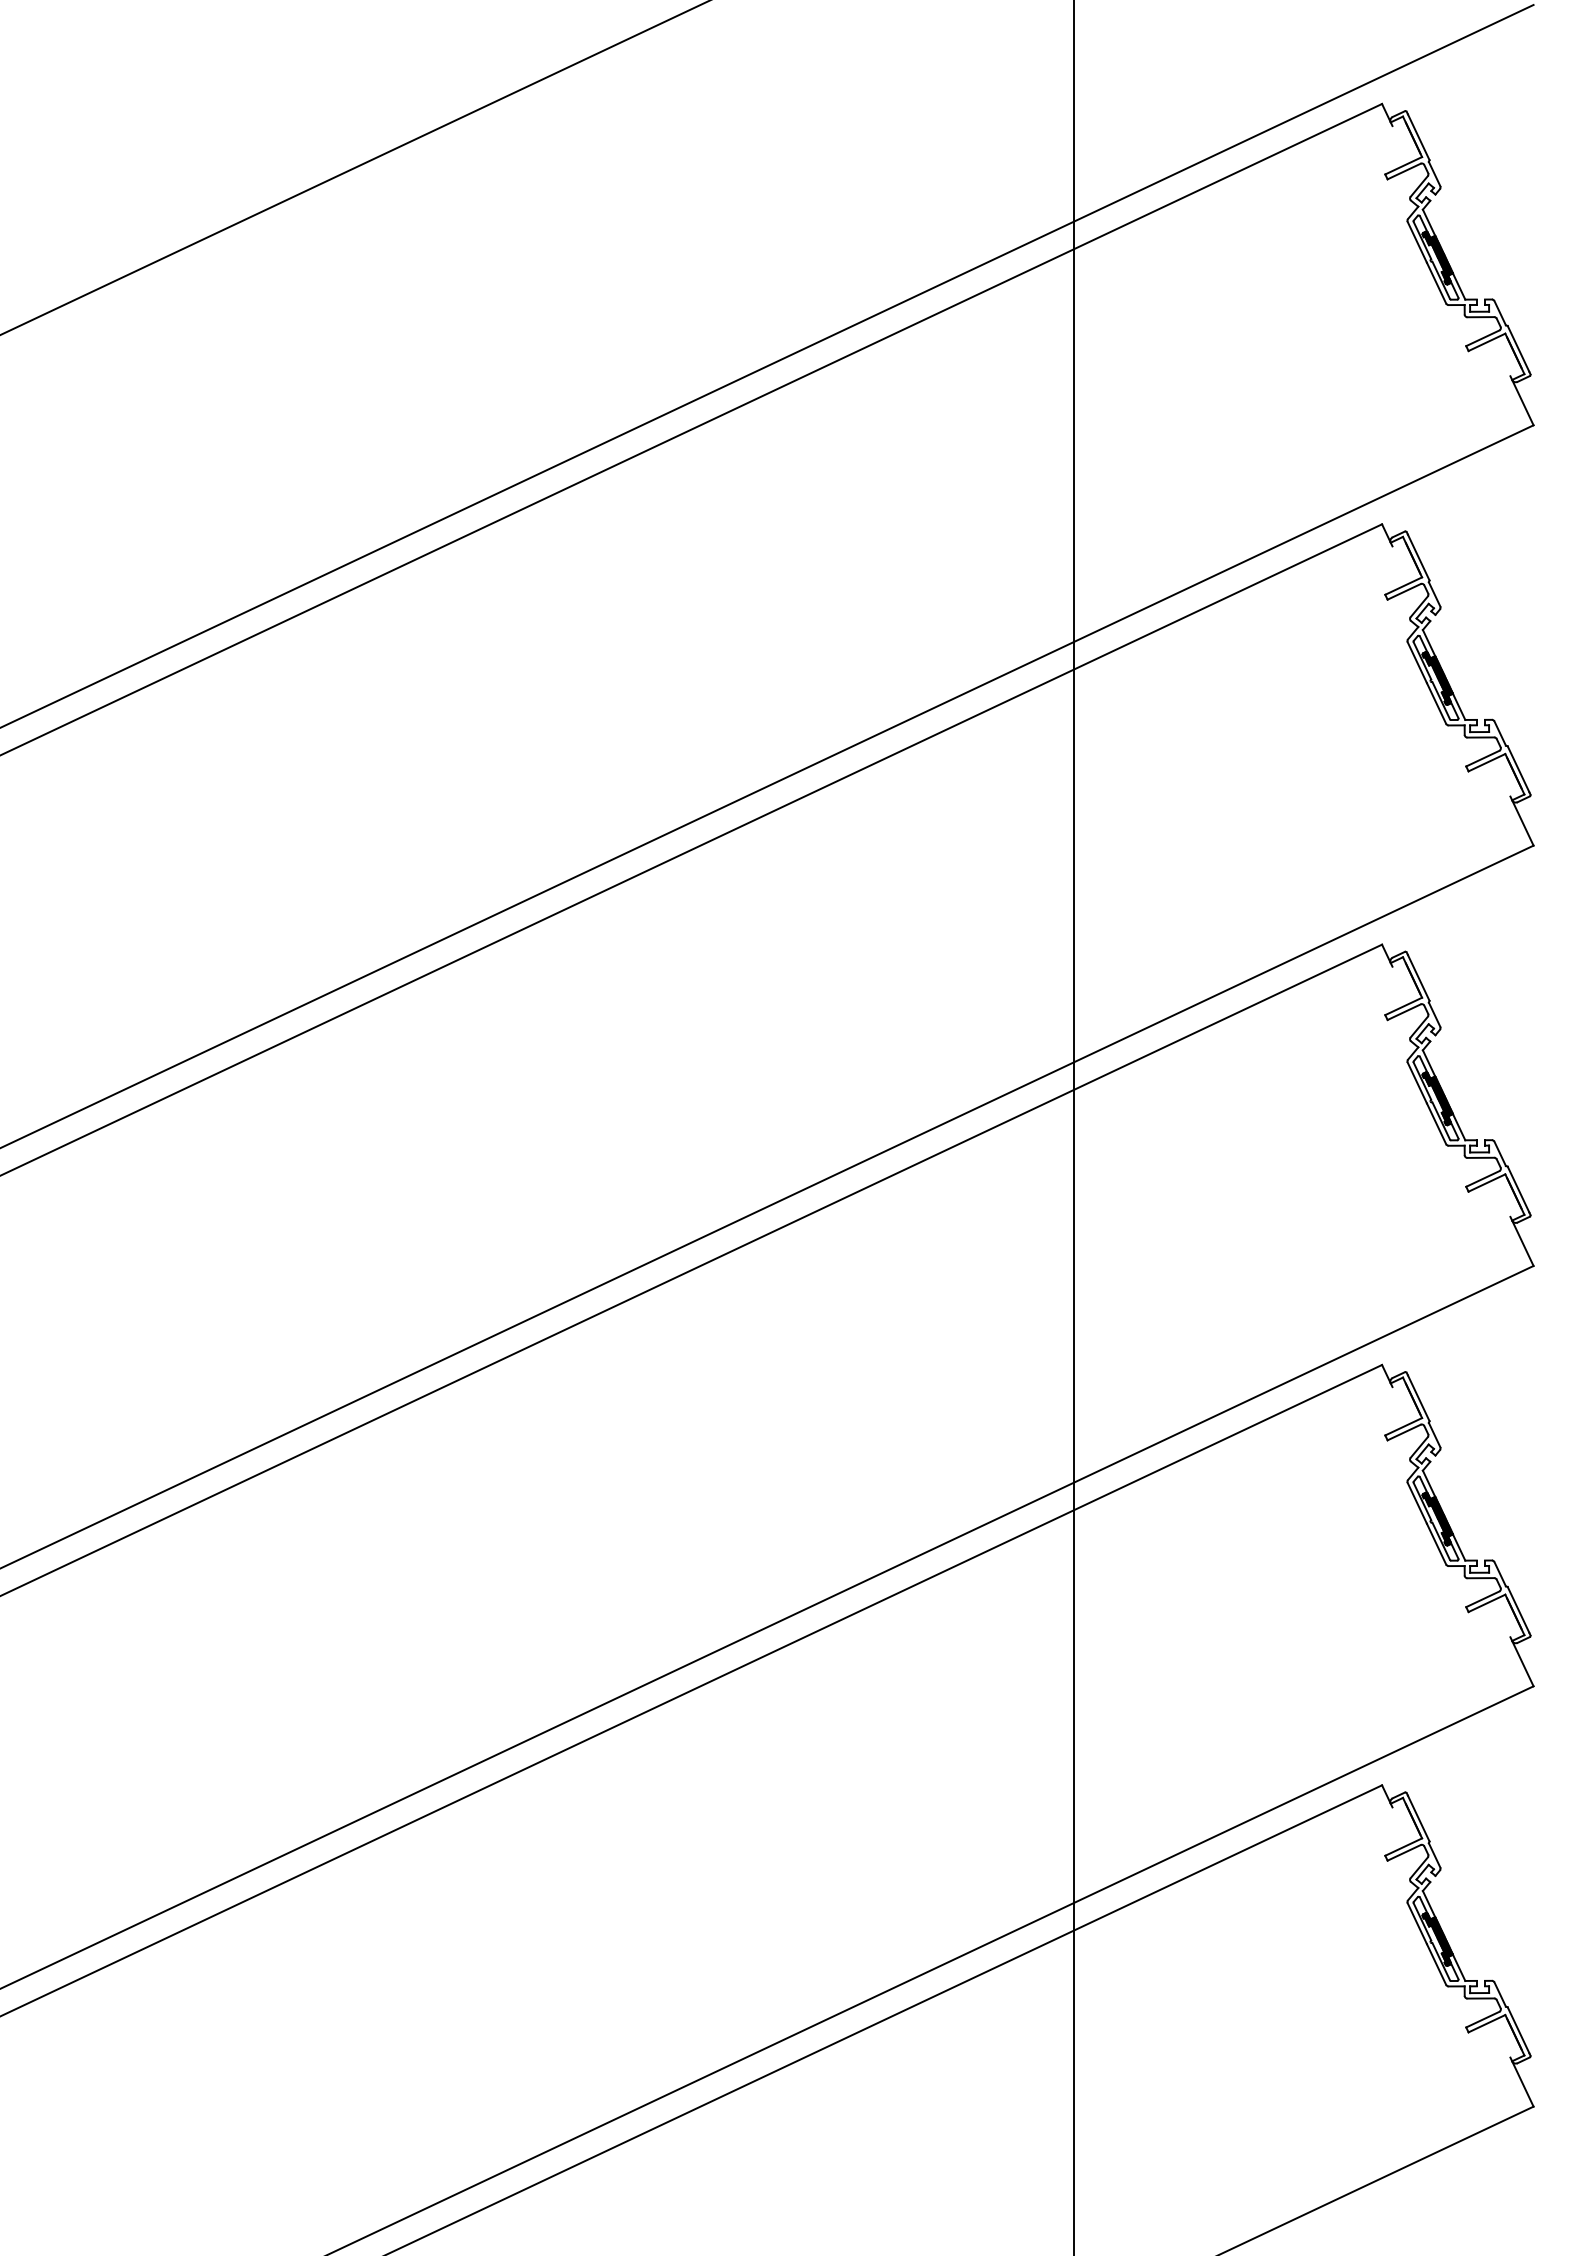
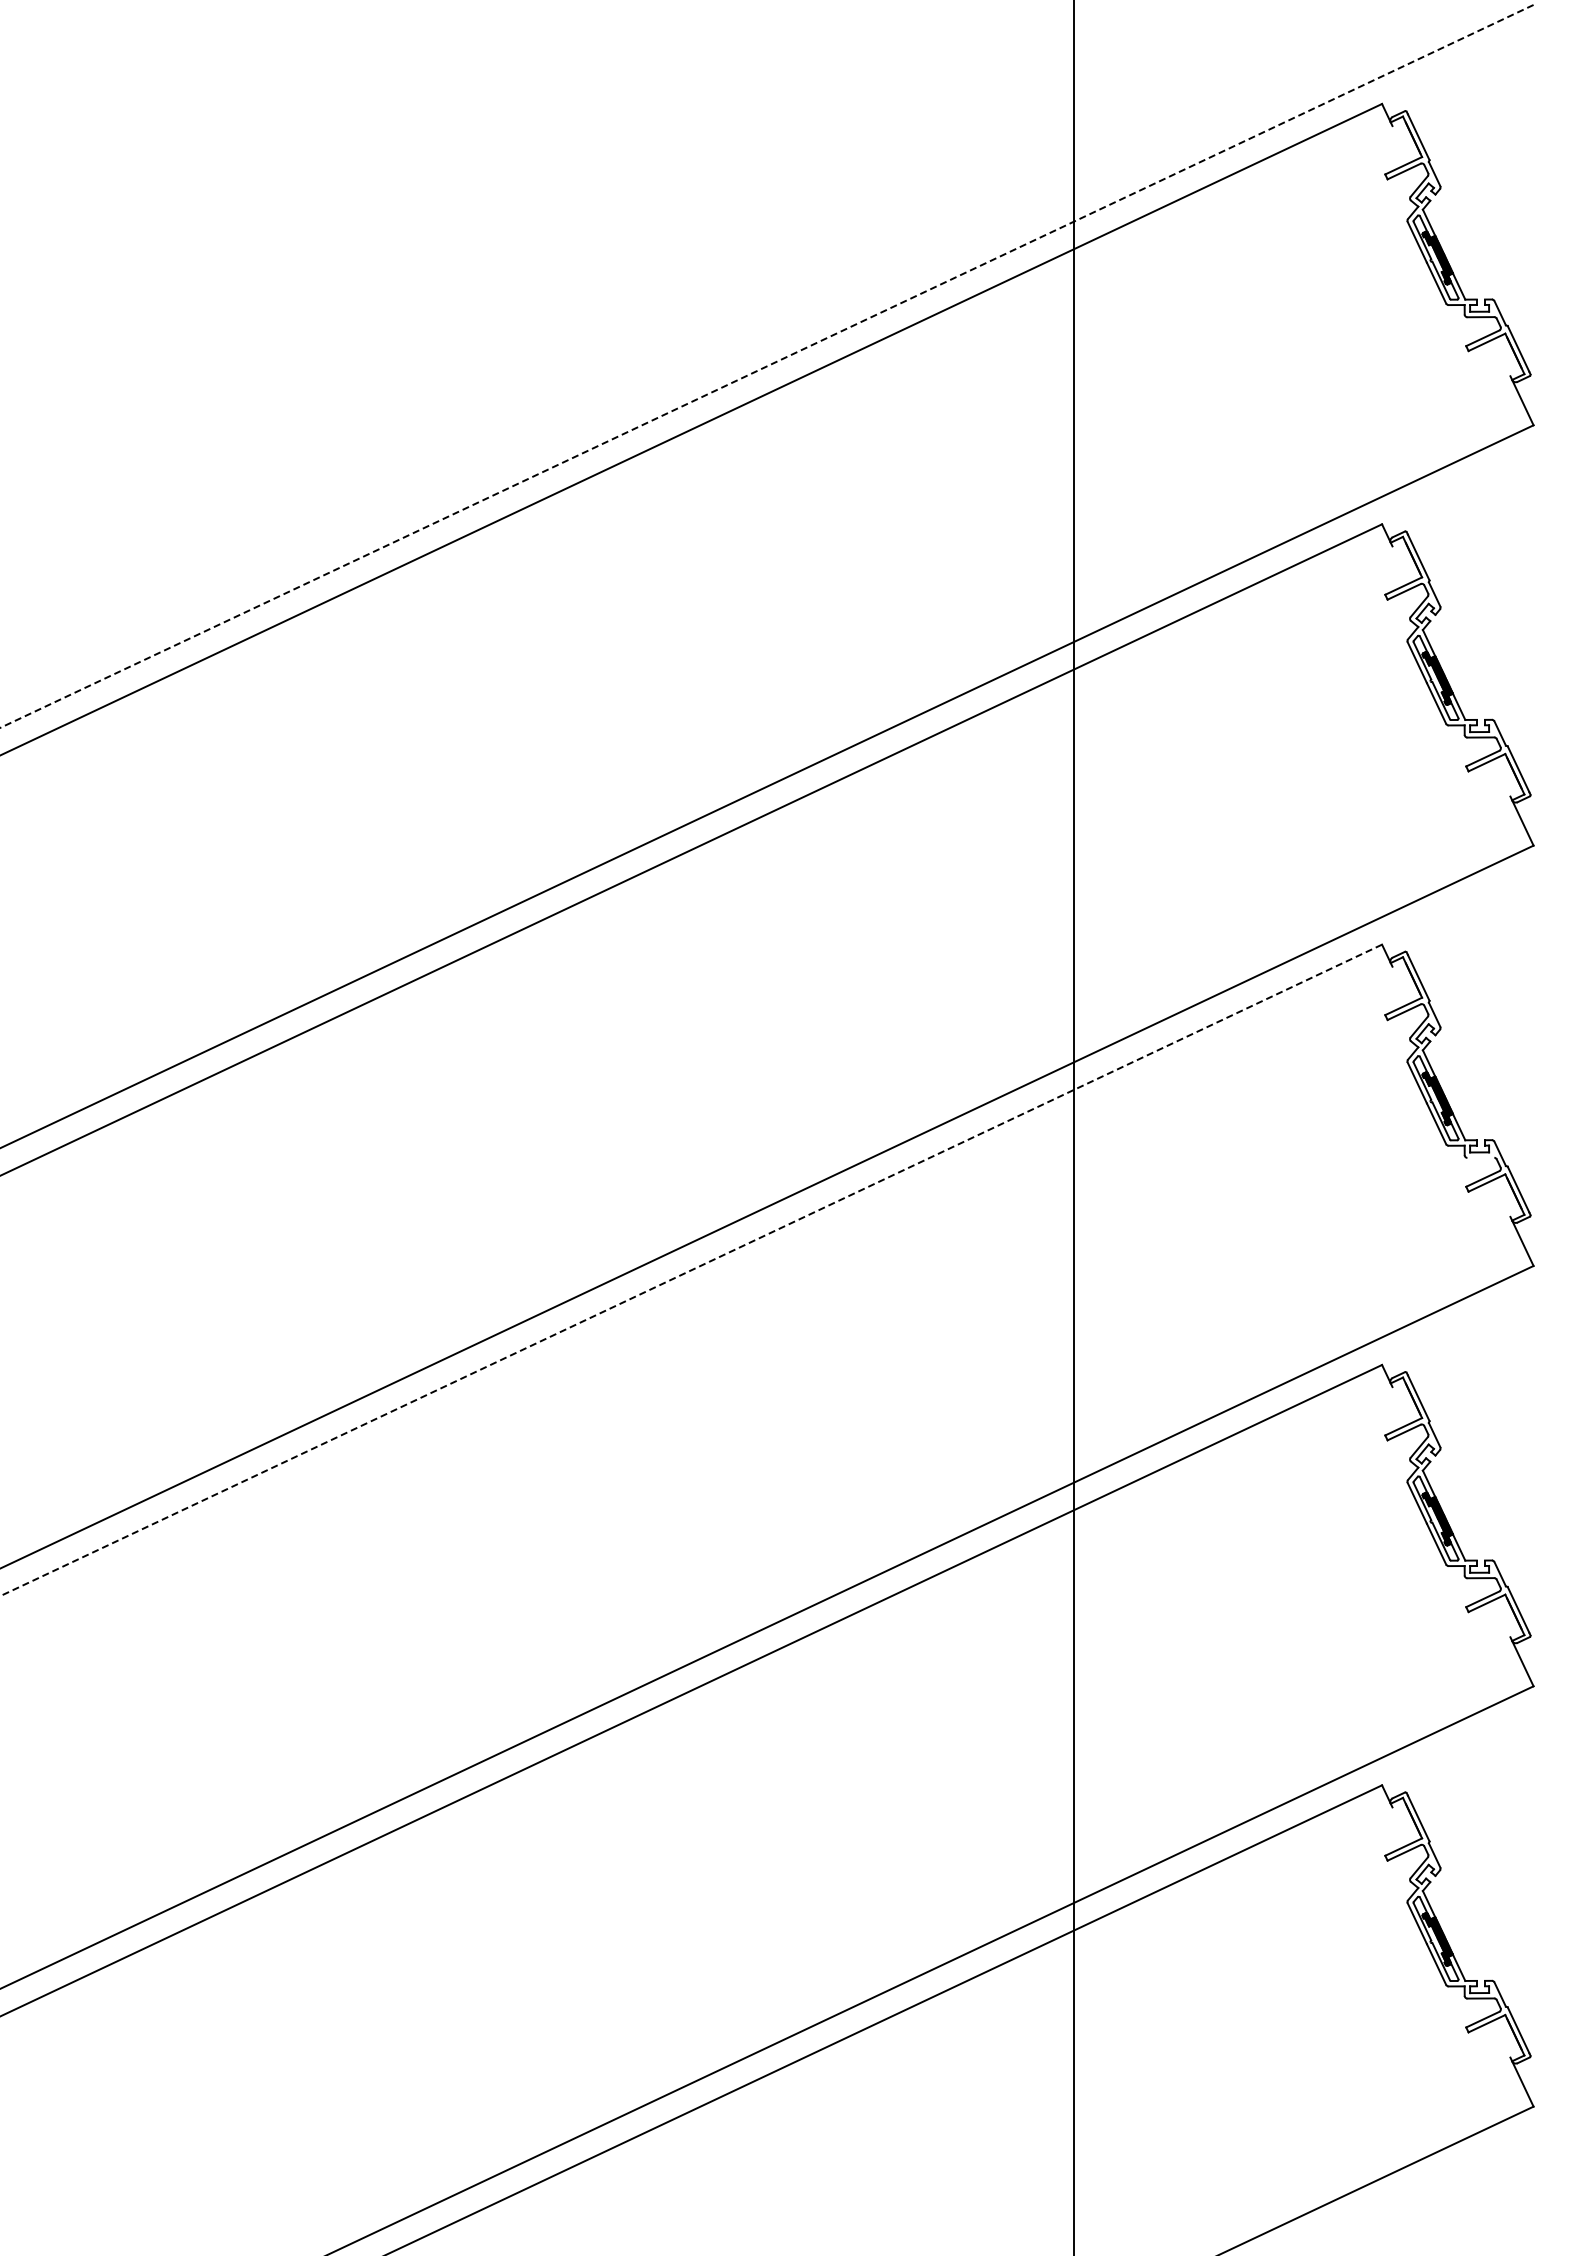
line at (354, 168): present -> none
line at (766, 366): solid -> dashed
line at (1480, 1157): present -> none
line at (691, 1270): solid -> dashed
